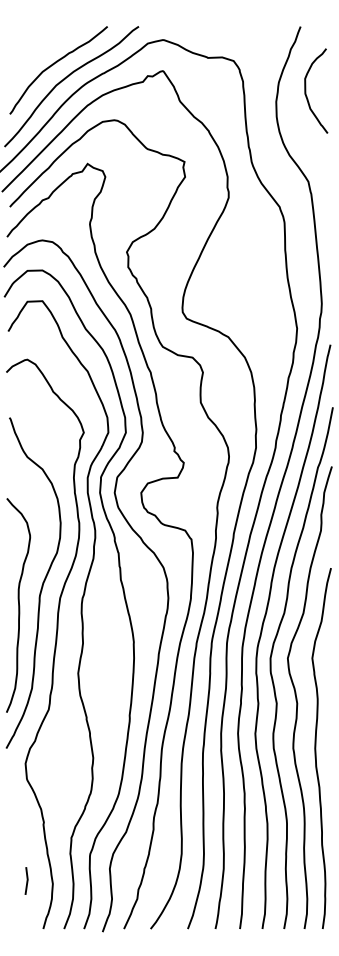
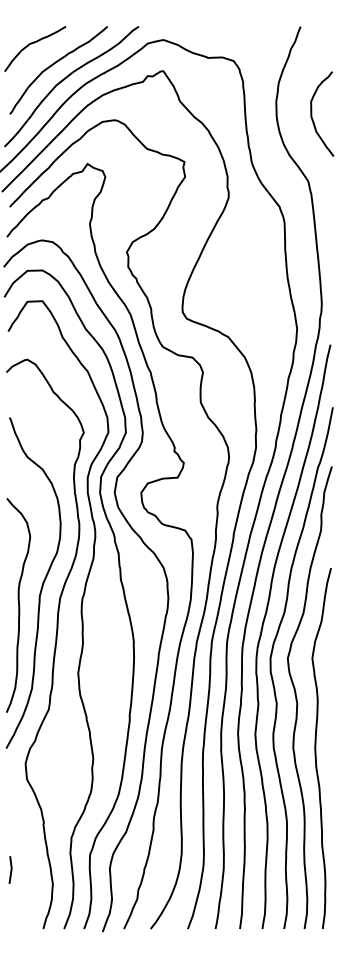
curve at (34, 43): none -> present
curve at (306, 90) position: (306, 90) -> (312, 113)
line at (26, 880) position: (26, 880) -> (10, 869)
